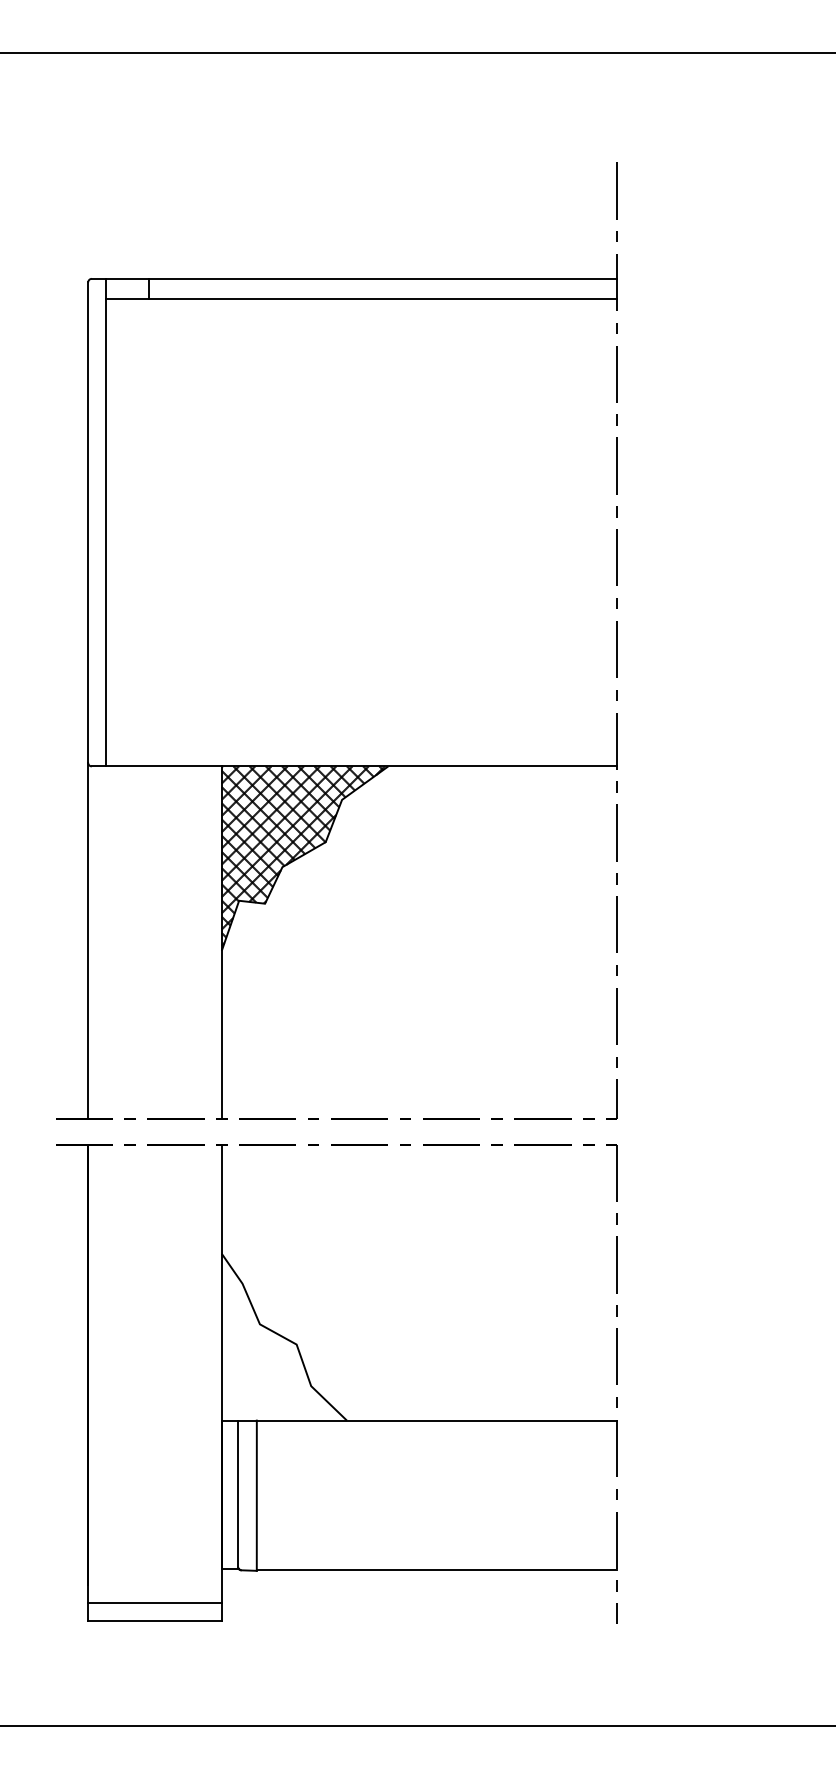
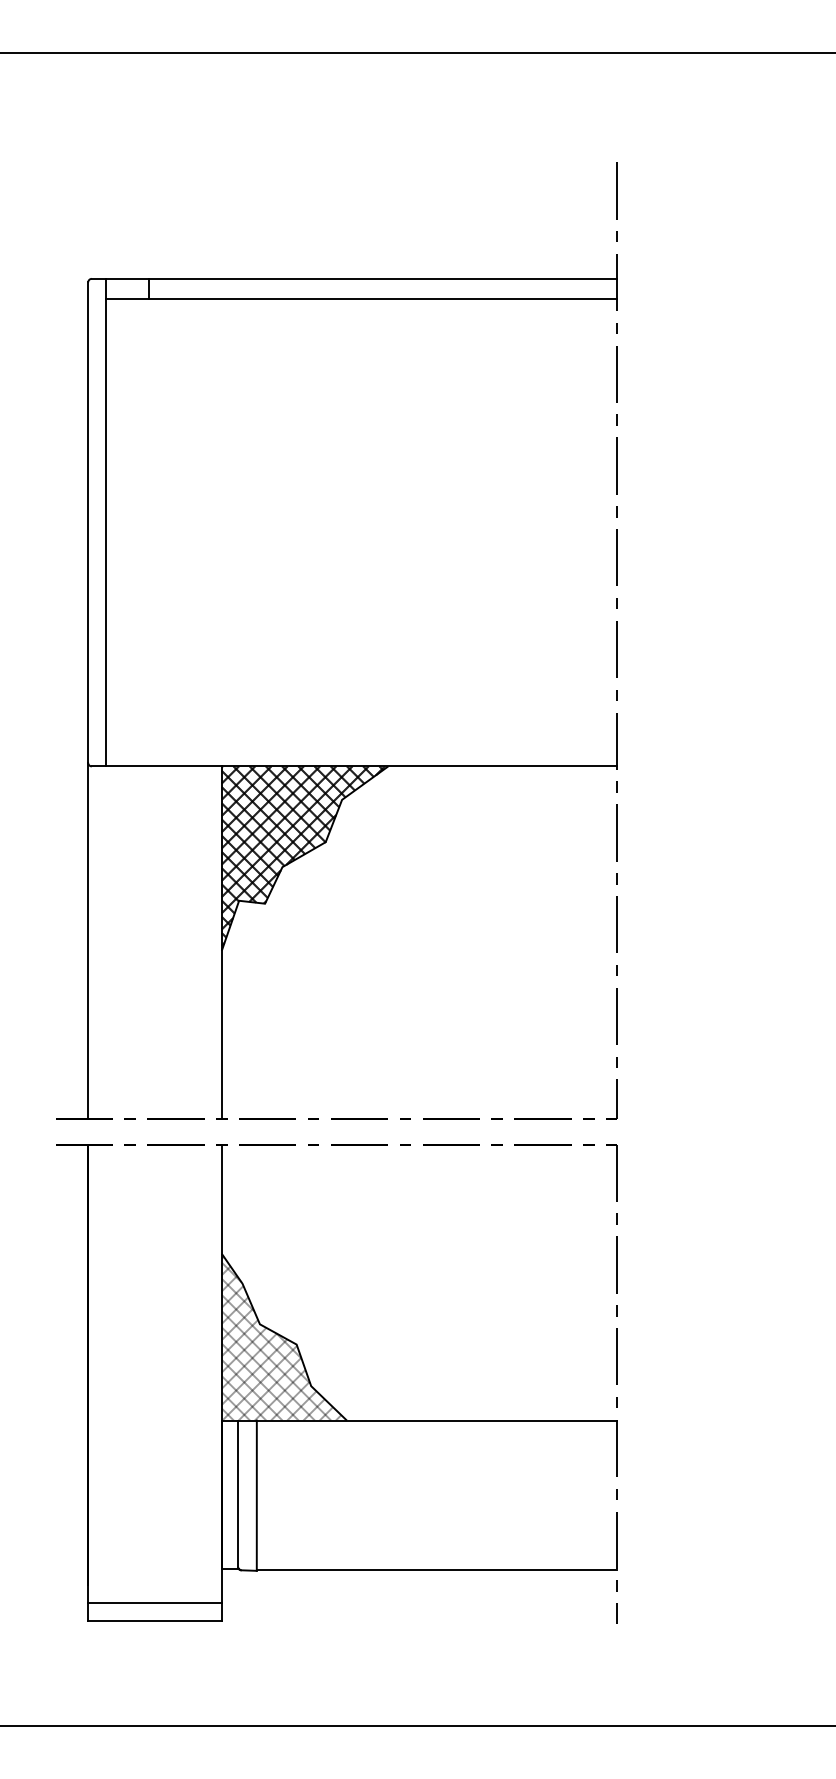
hatch at (281, 1338): none -> present
